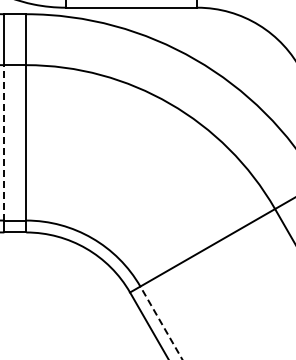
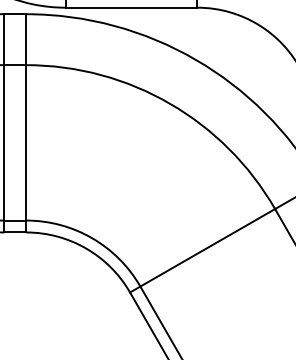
line at (4, 142): dashed -> solid
line at (161, 322): dashed -> solid
